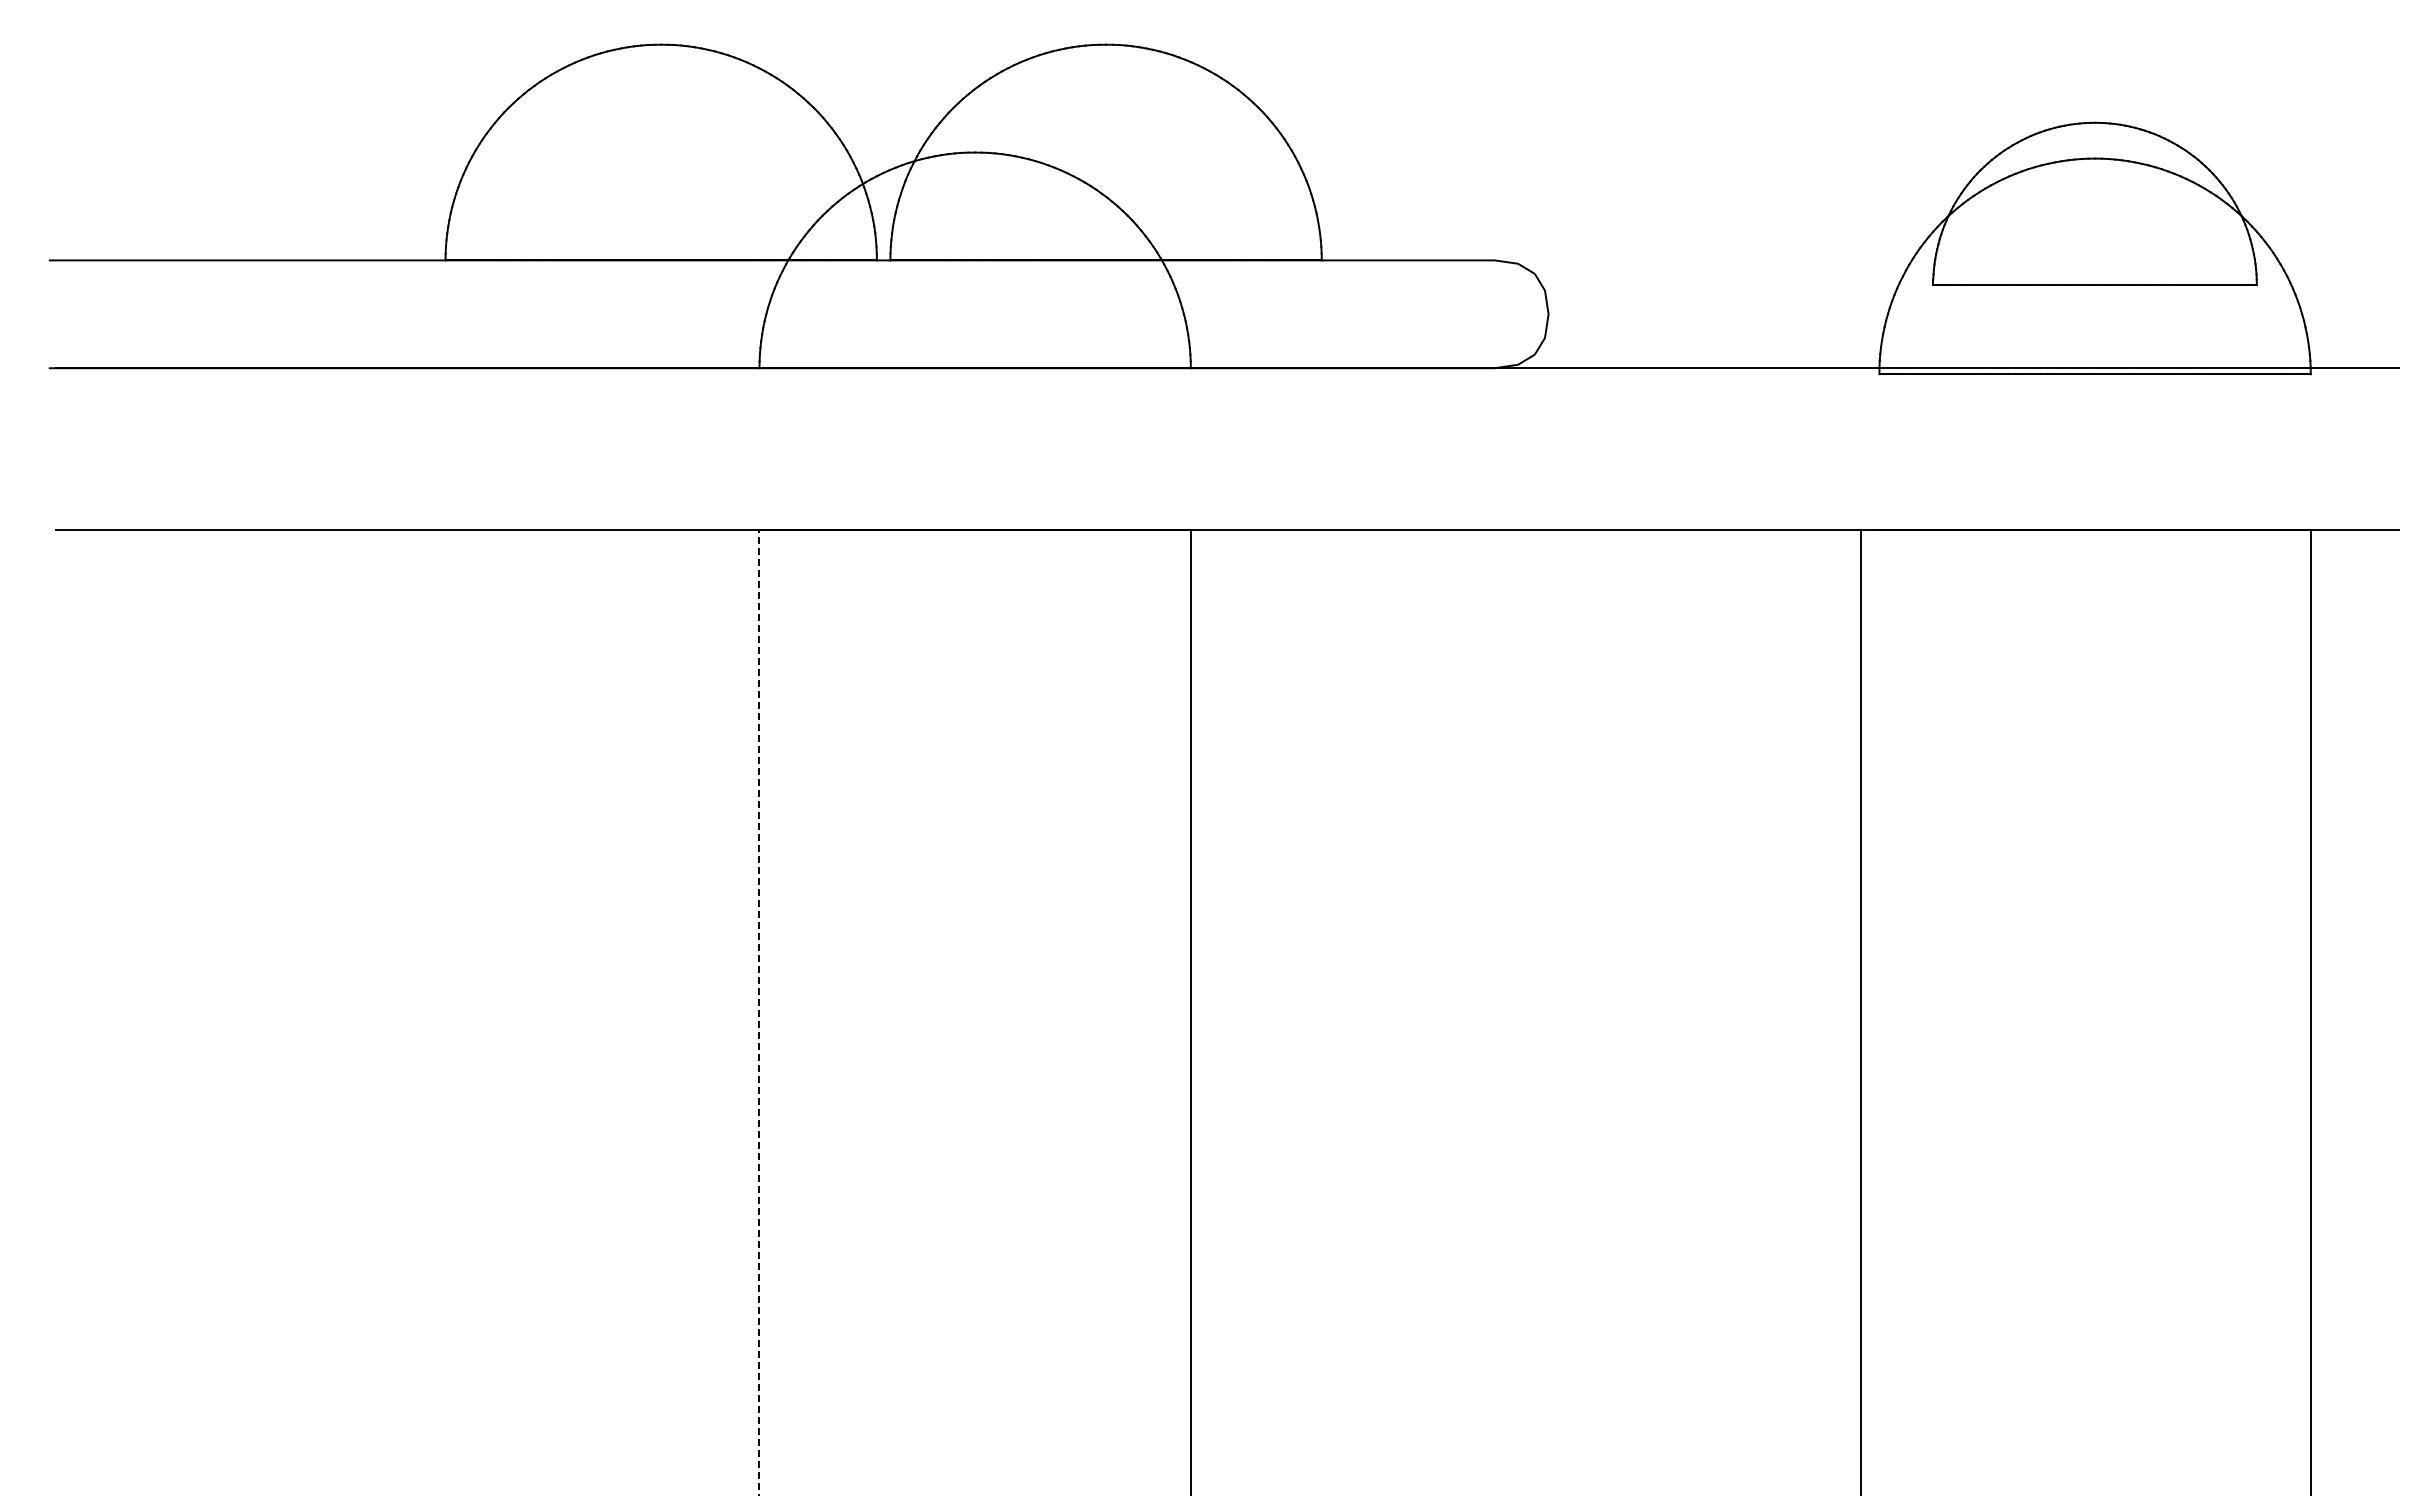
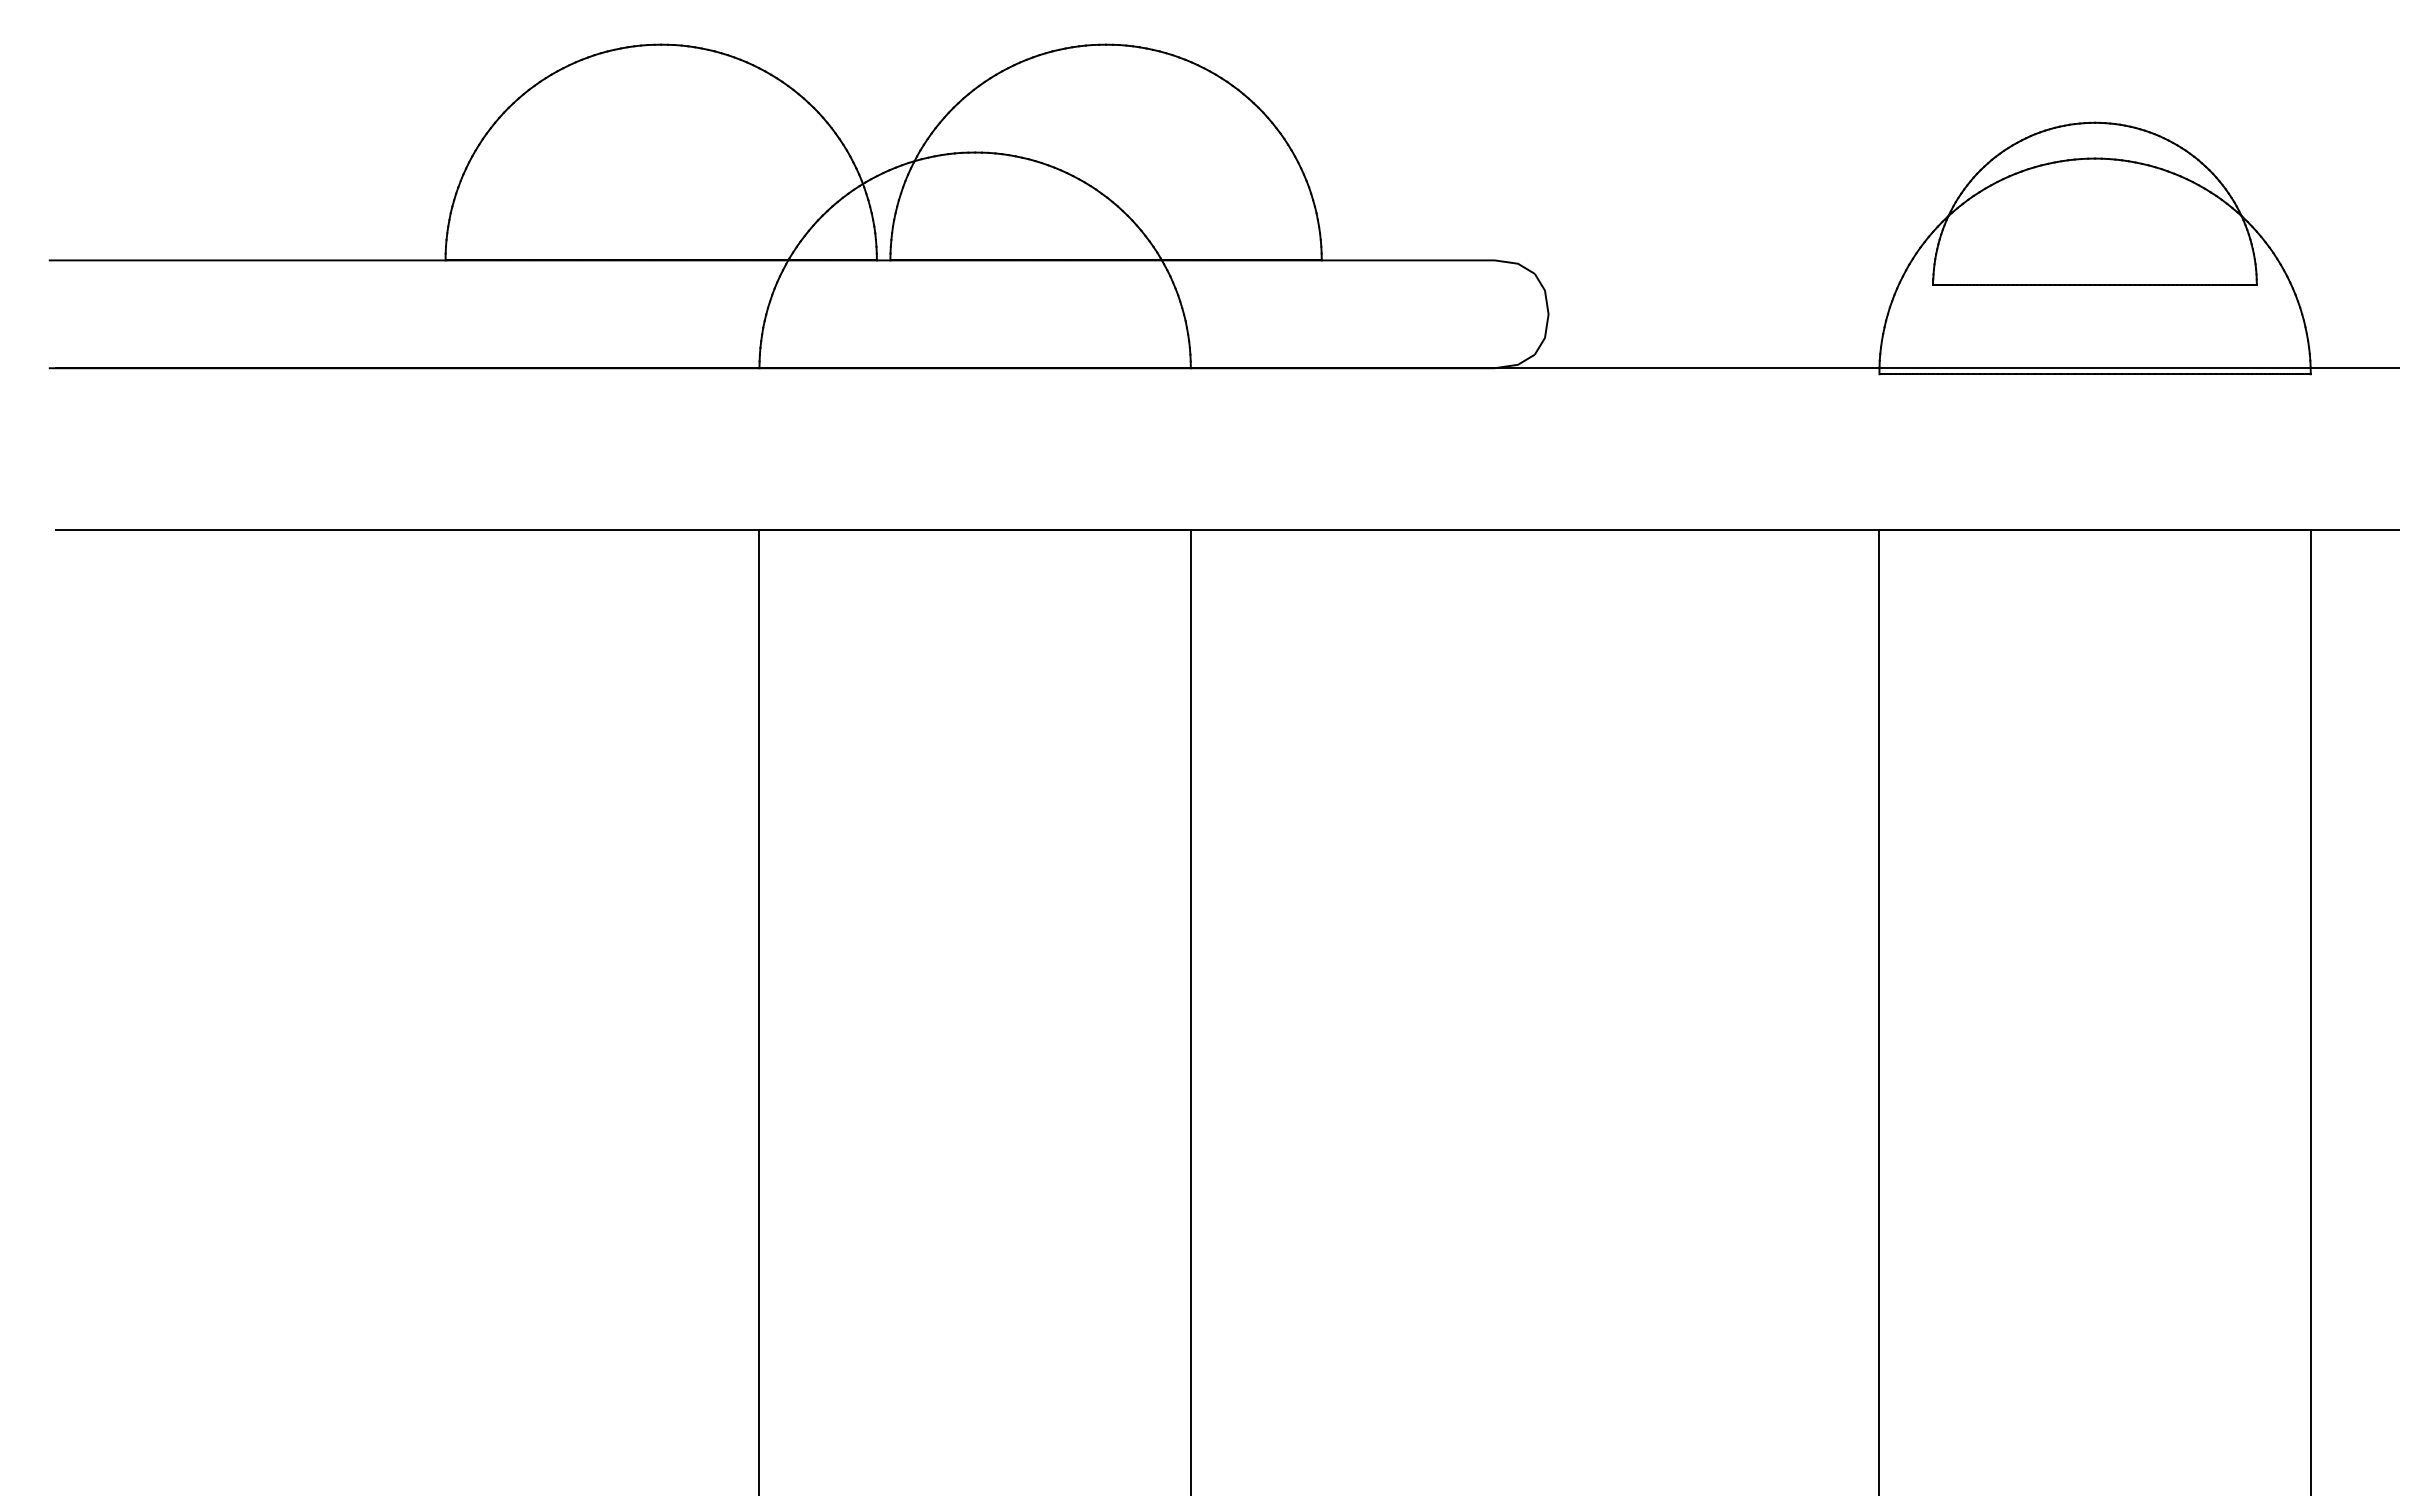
line at (1861, 1011) position: (1861, 1011) -> (1879, 1011)
line at (759, 1012): dashed -> solid
